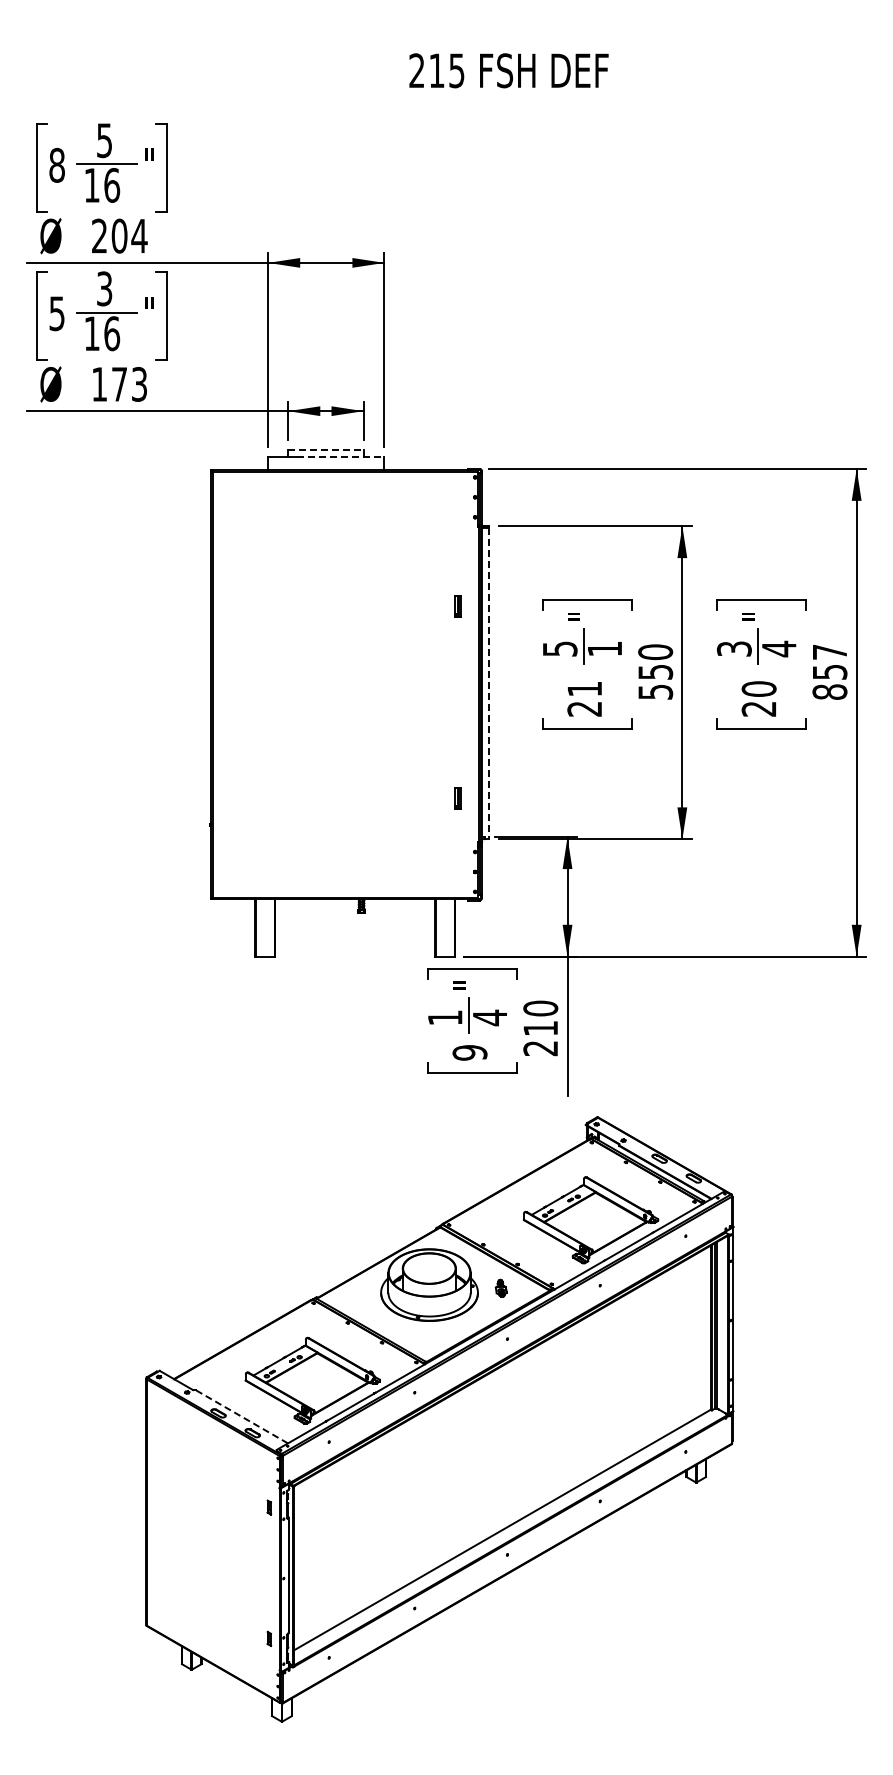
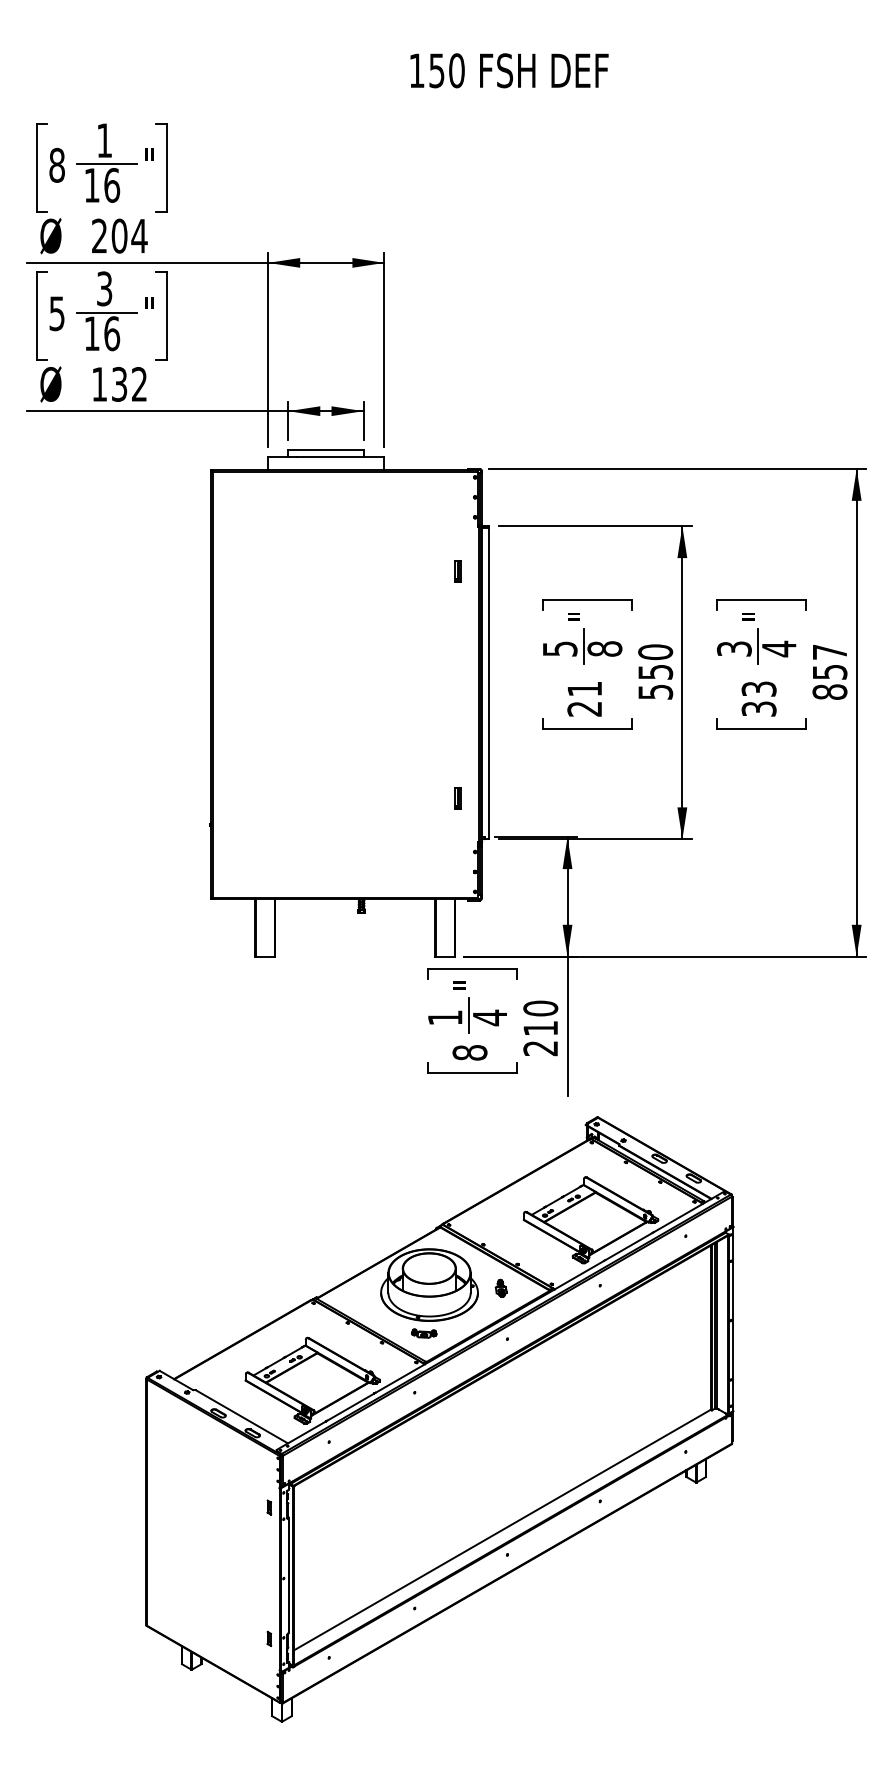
text at (436, 70): 215 -> 150
text at (104, 140): 5 -> 1
text at (129, 384): 173 -> 132
line at (325, 449): dashed -> solid
line at (340, 456): dashed -> solid
part at (457, 606) position: (457, 606) -> (457, 571)
text at (604, 648): 1 -> 8
line at (489, 683): dashed -> solid
text at (758, 698): 20 -> 33
text at (469, 1052): 9 -> 8
part at (424, 1333): none -> present
line at (241, 1416): dashed -> solid
